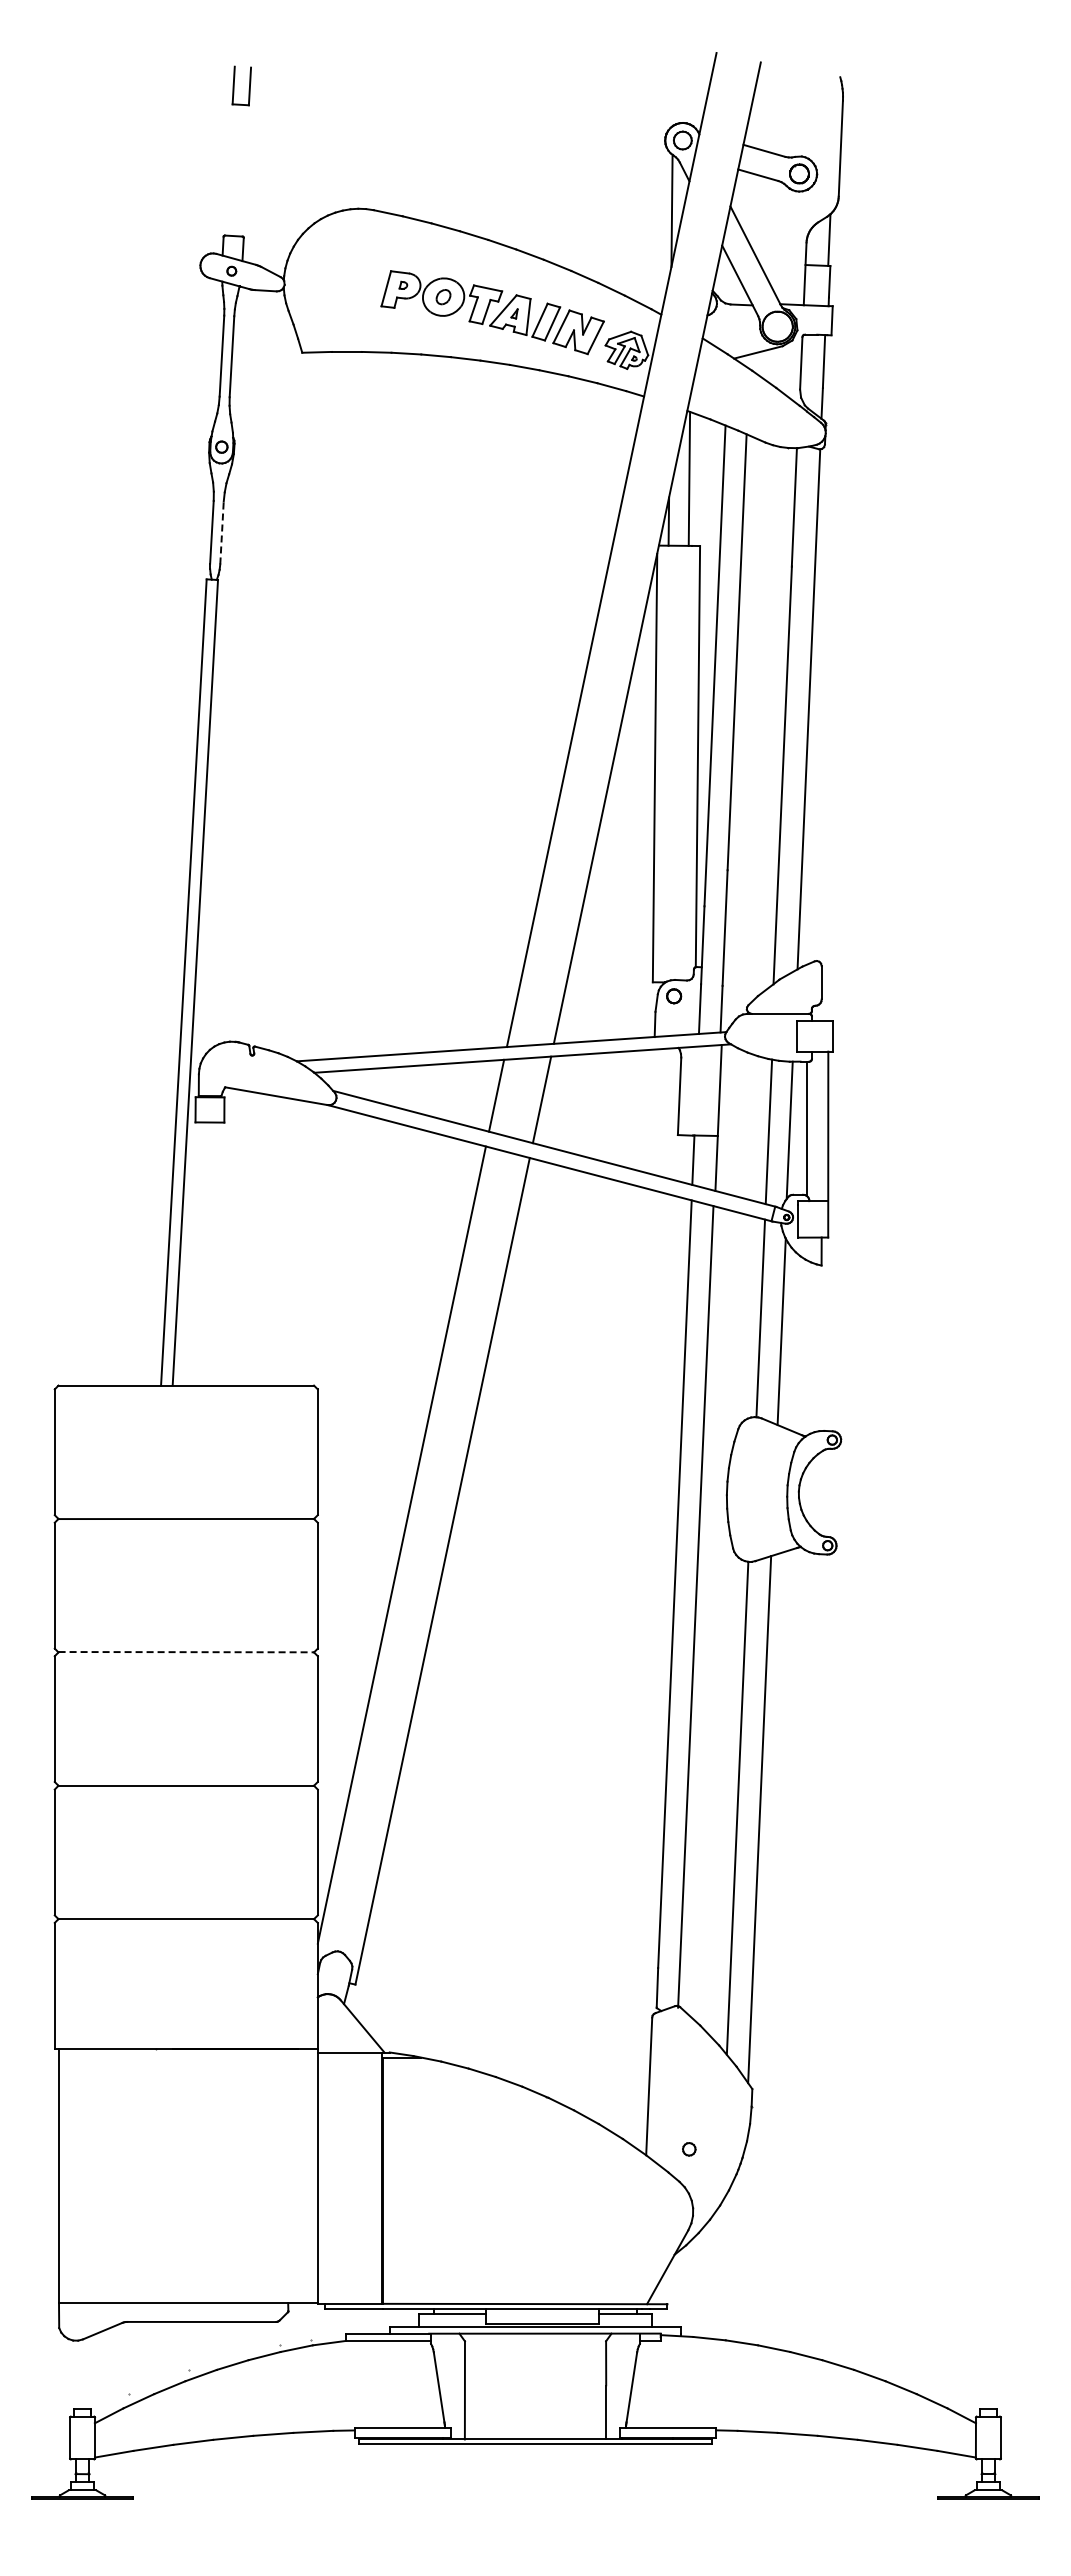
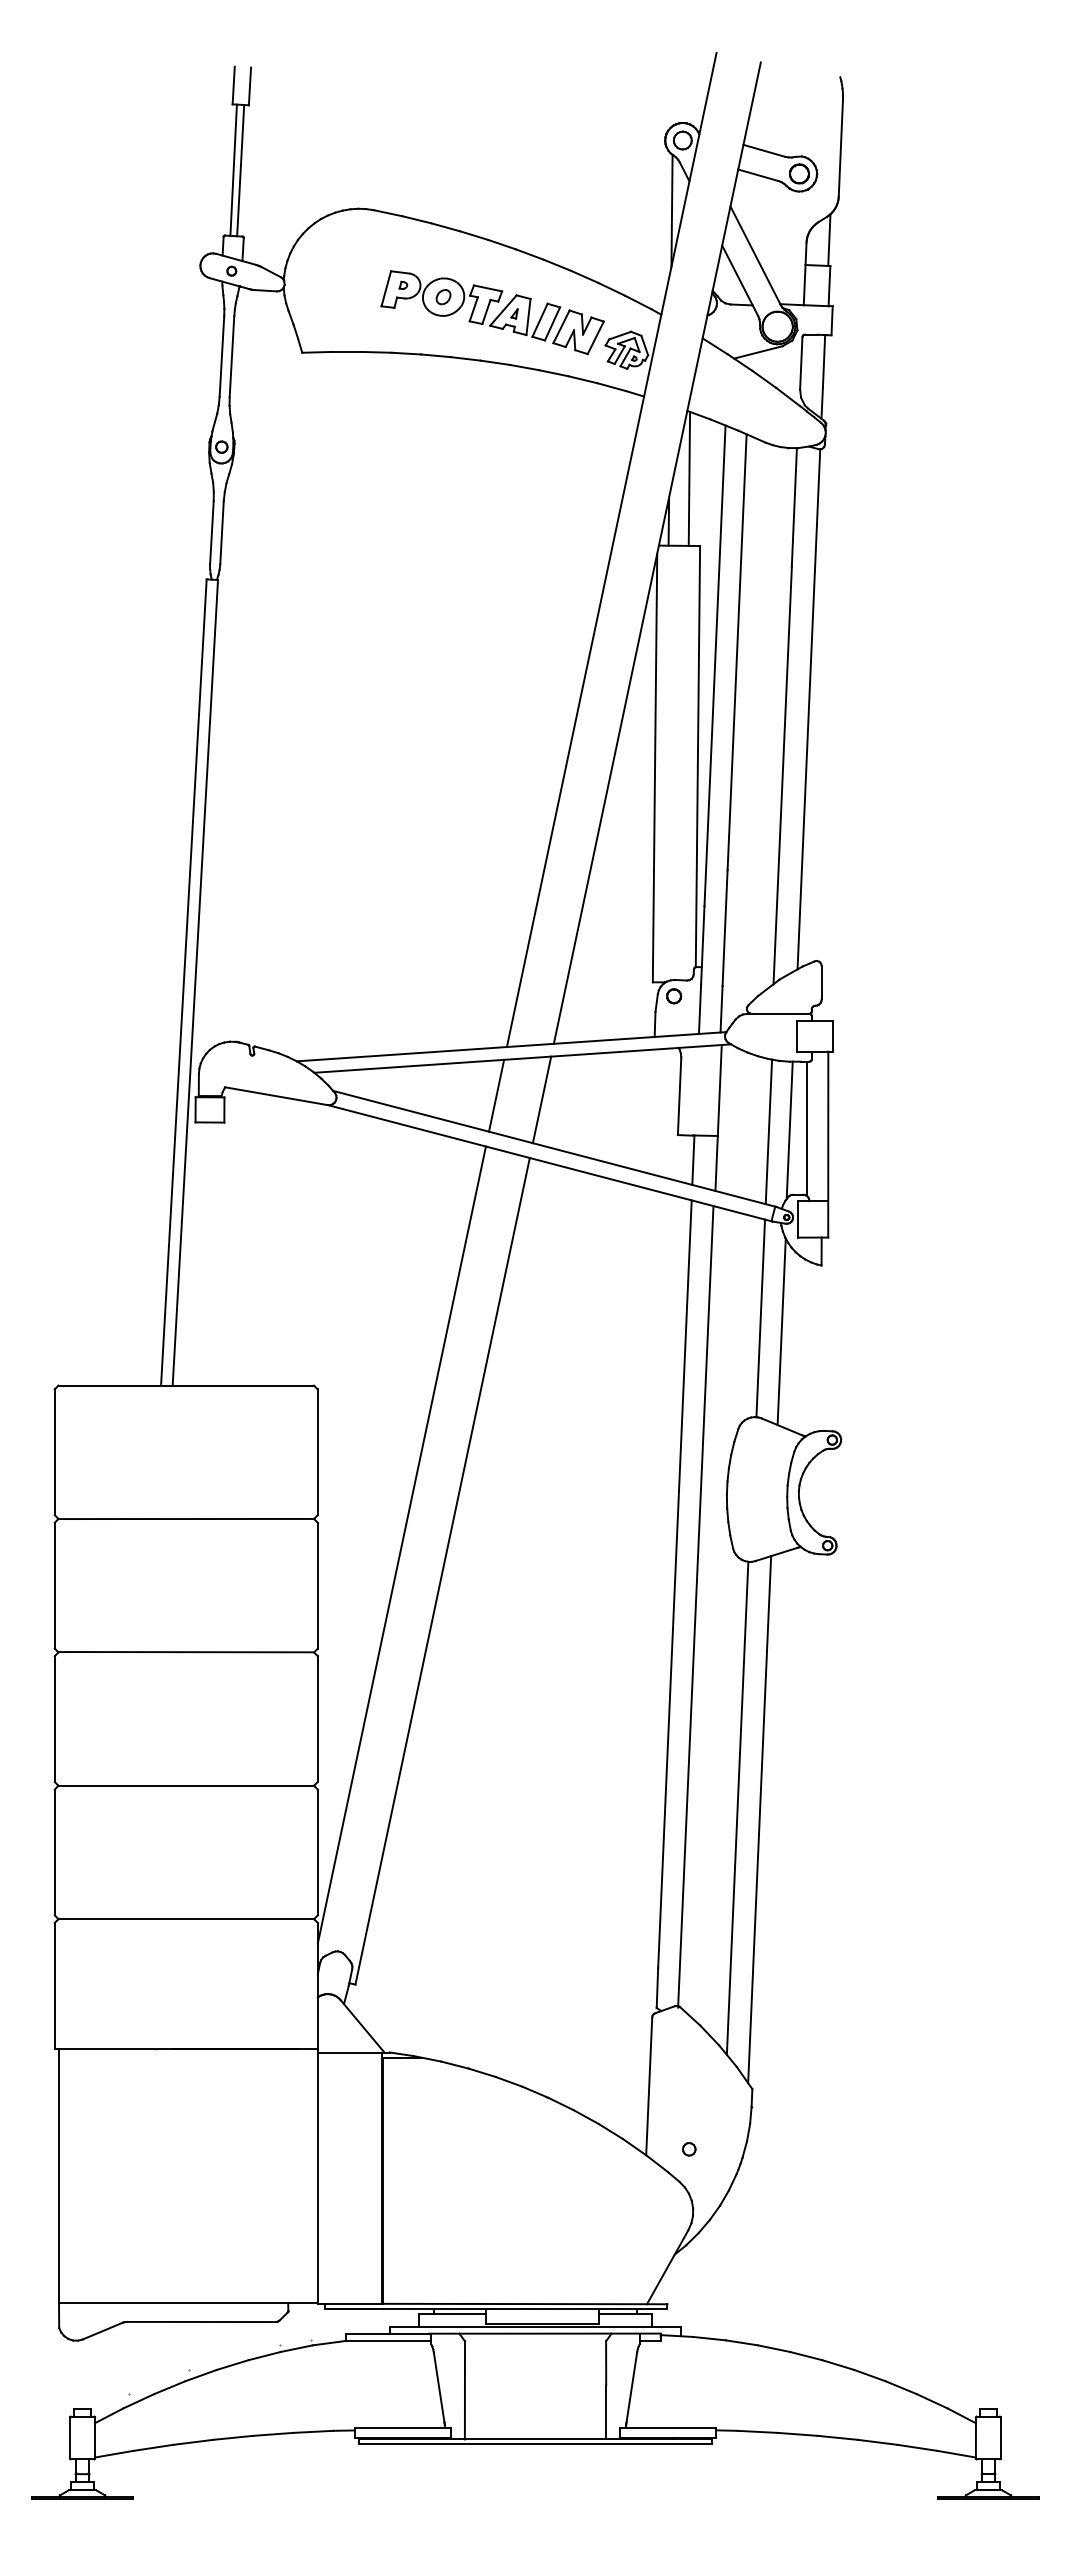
line at (233, 170): none -> present
line at (240, 170): none -> present
line at (222, 532): dashed -> solid
line at (186, 1652): dashed -> solid
